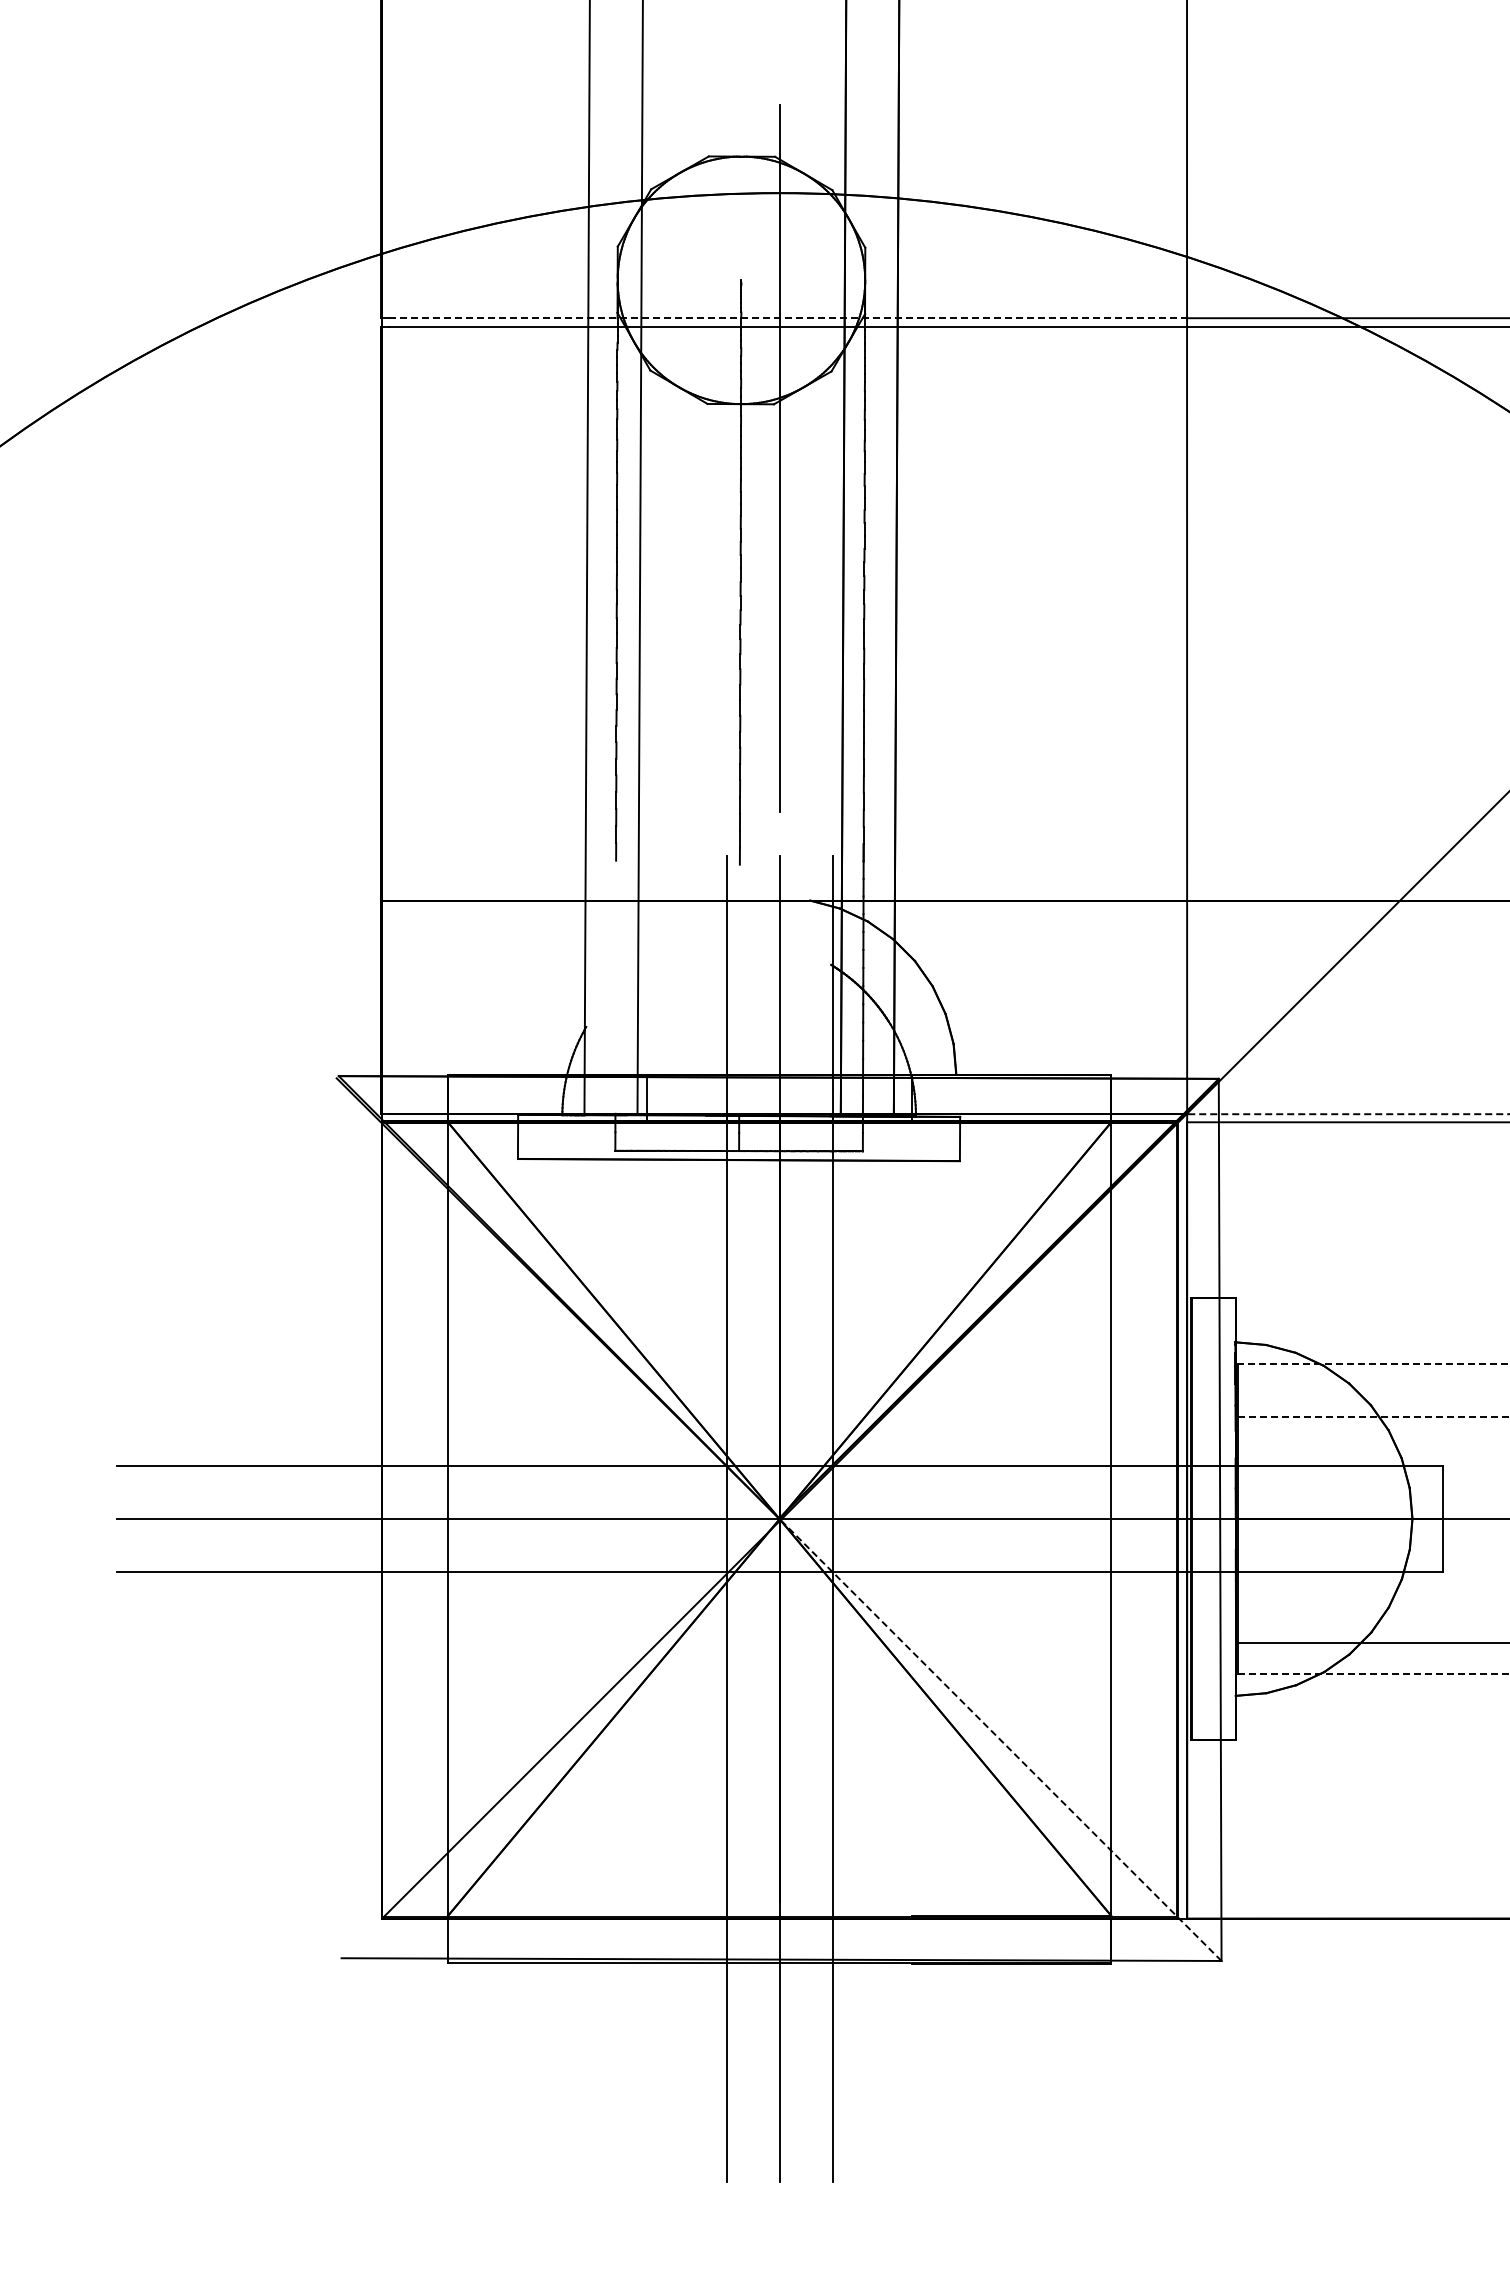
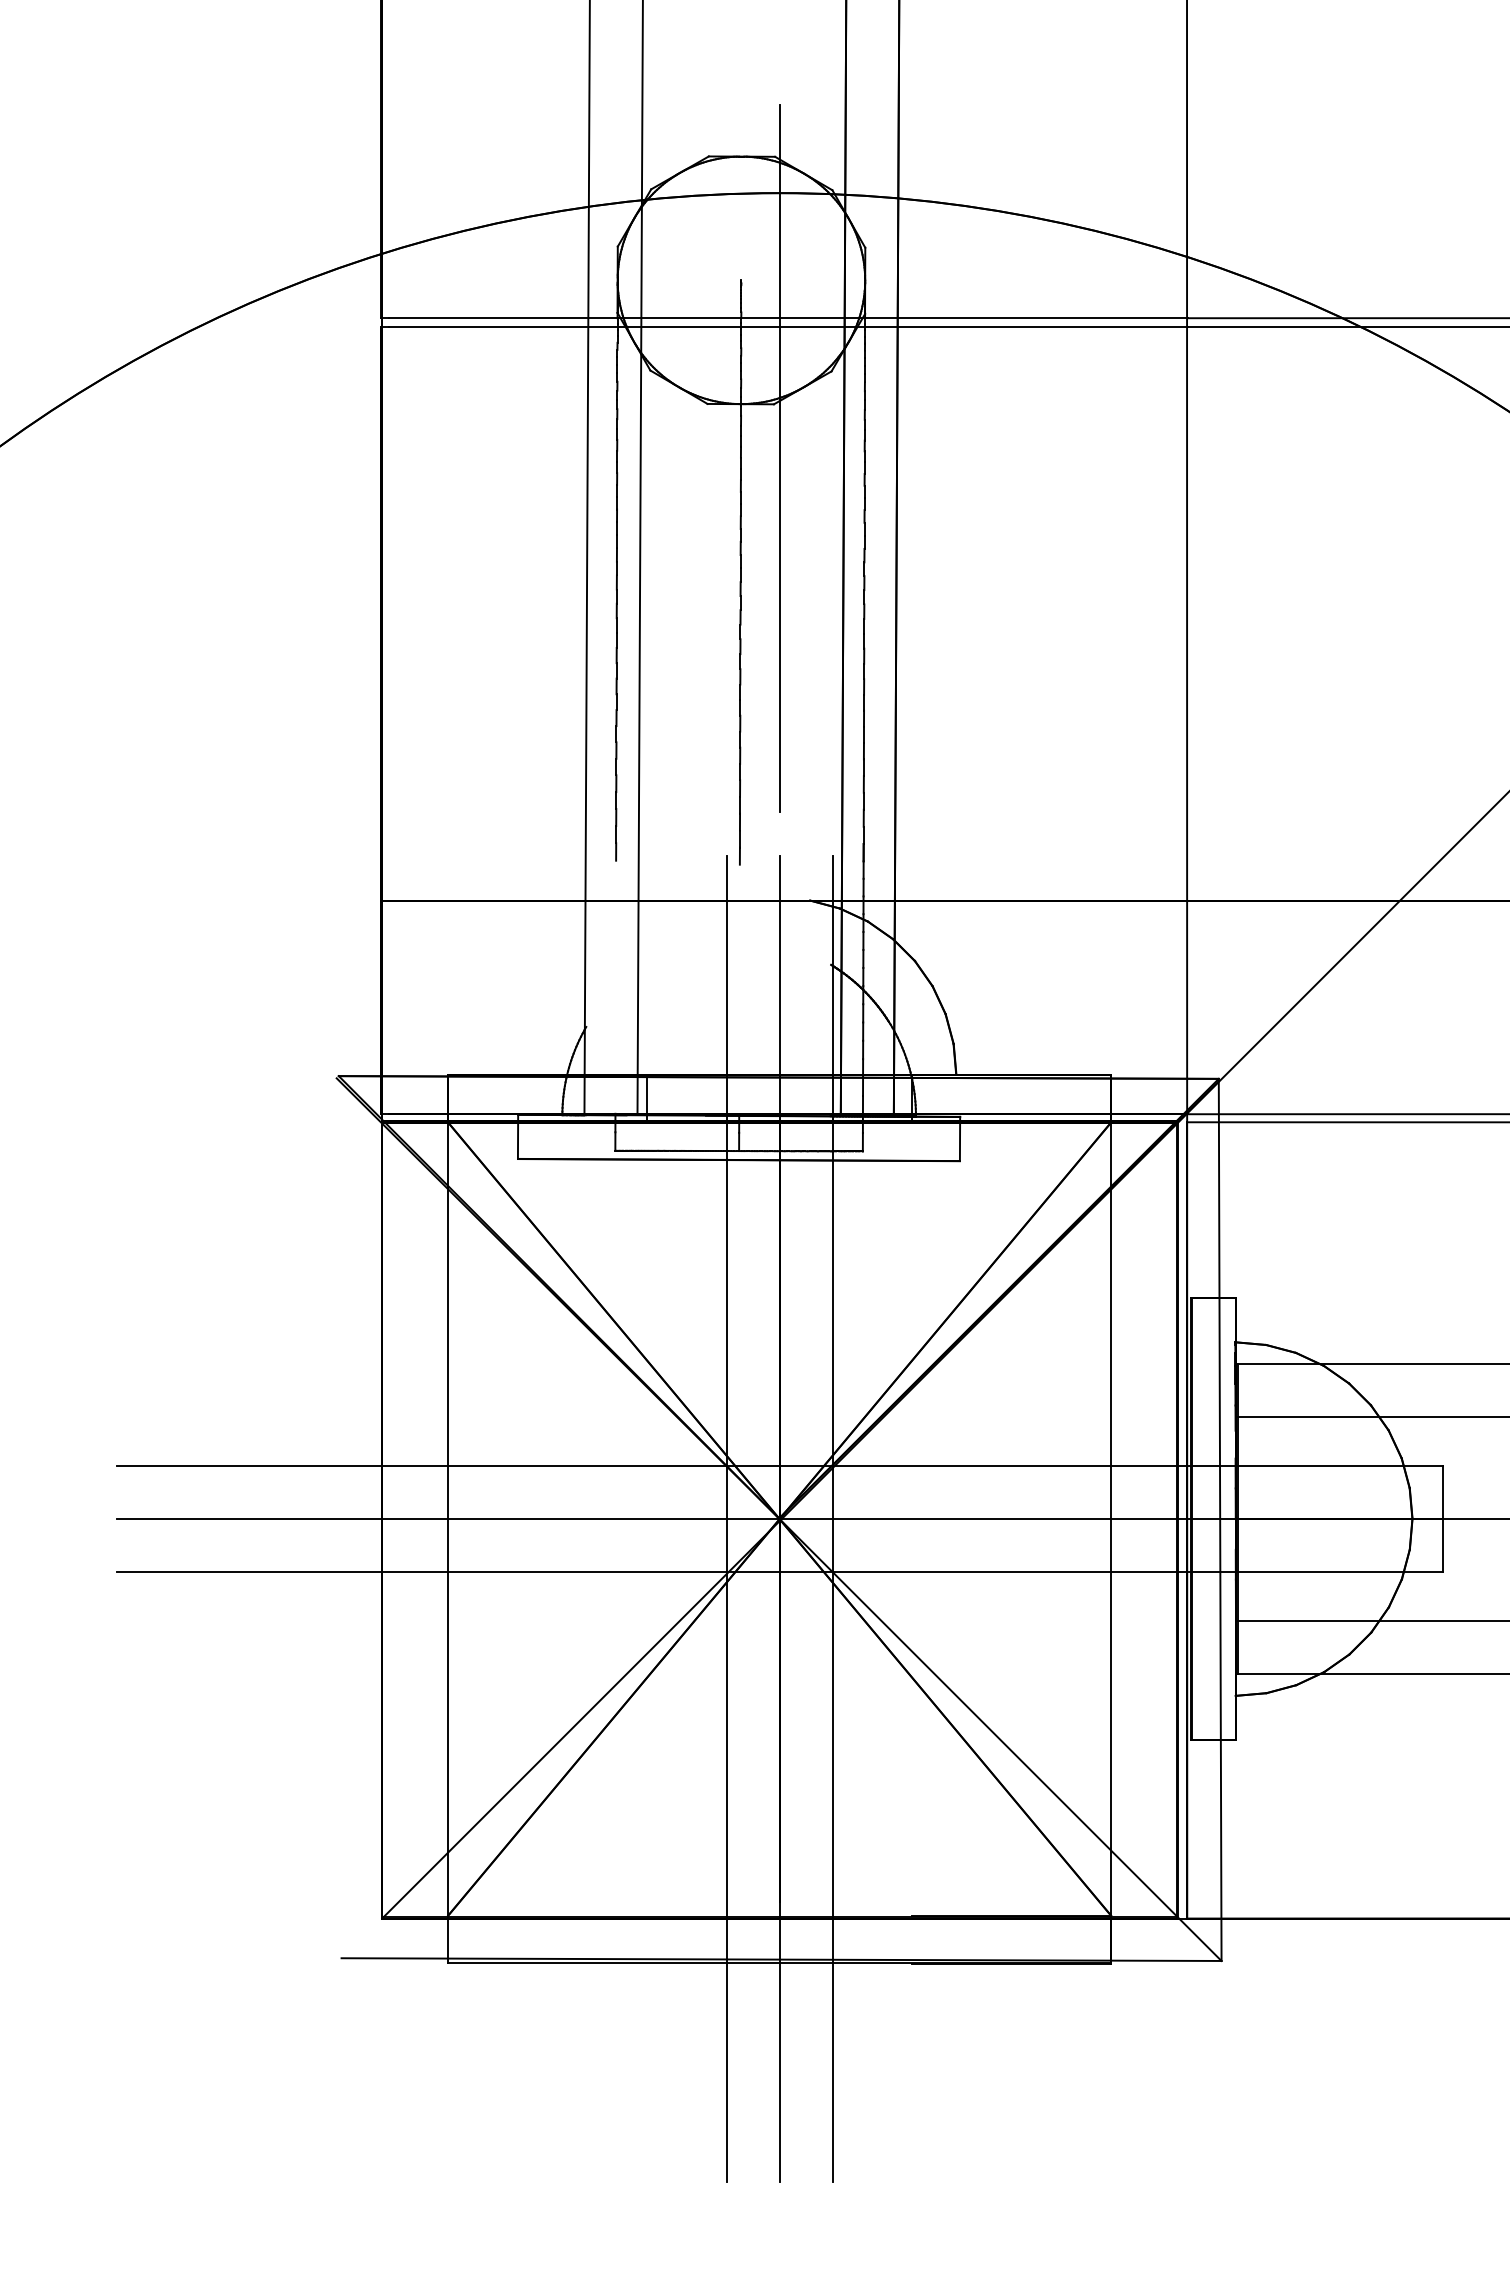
line at (789, 318): dashed -> solid
line at (1349, 1114): dashed -> solid
line at (1373, 1364): dashed -> solid
line at (1373, 1417): dashed -> solid
line at (1371, 1642) position: (1371, 1642) -> (1371, 1620)
line at (1373, 1673): dashed -> solid
line at (1000, 1739): dashed -> solid
